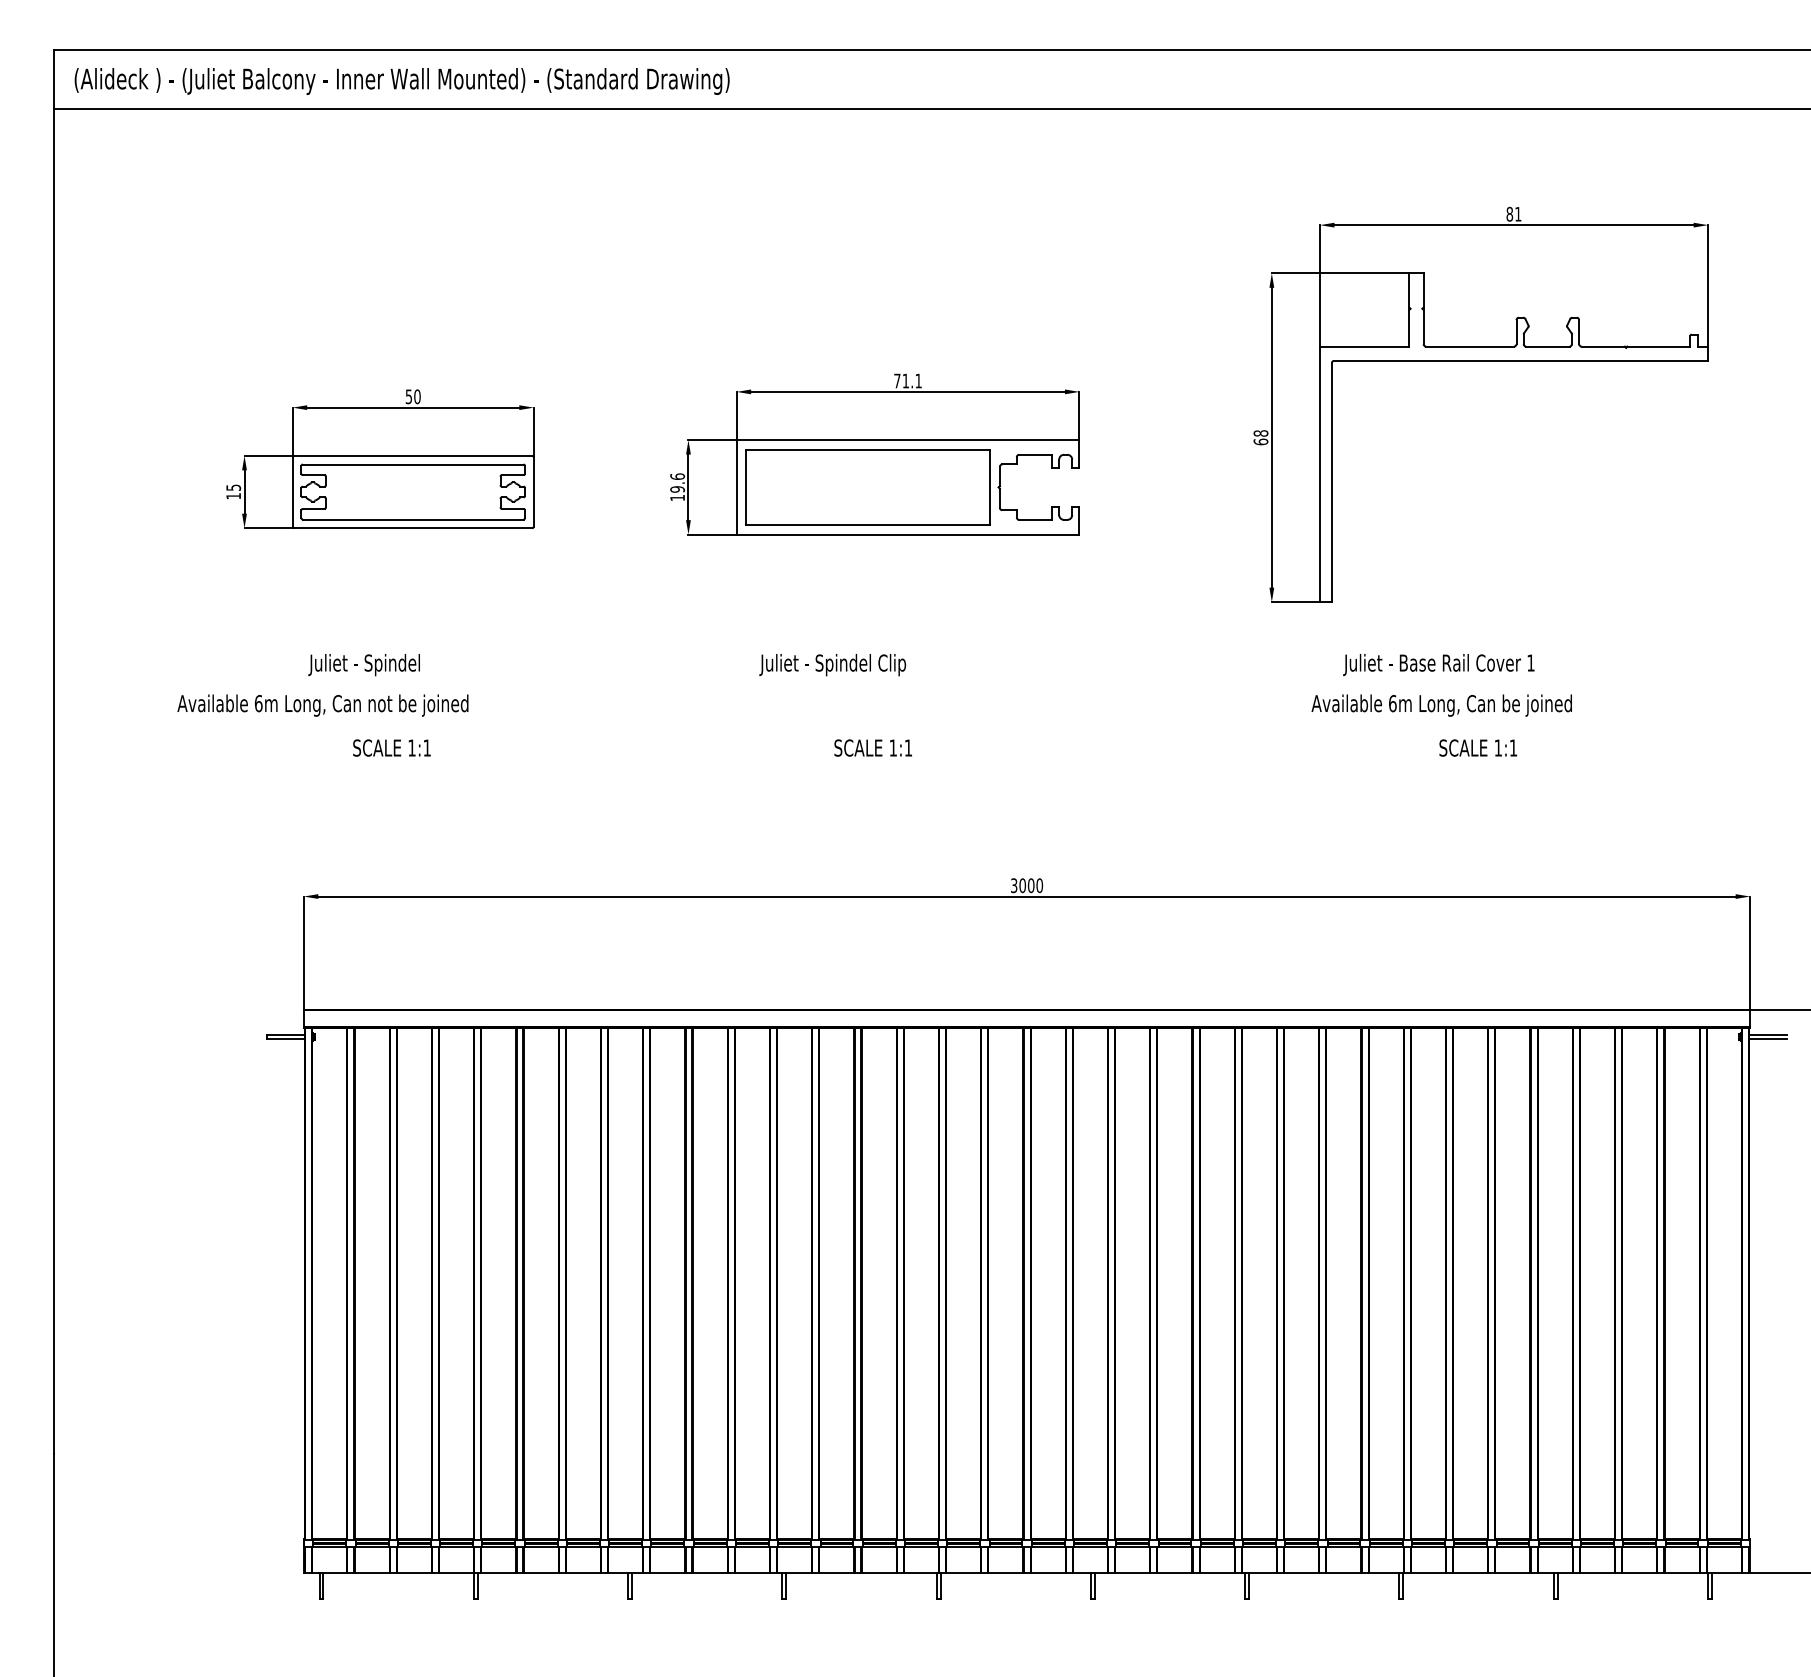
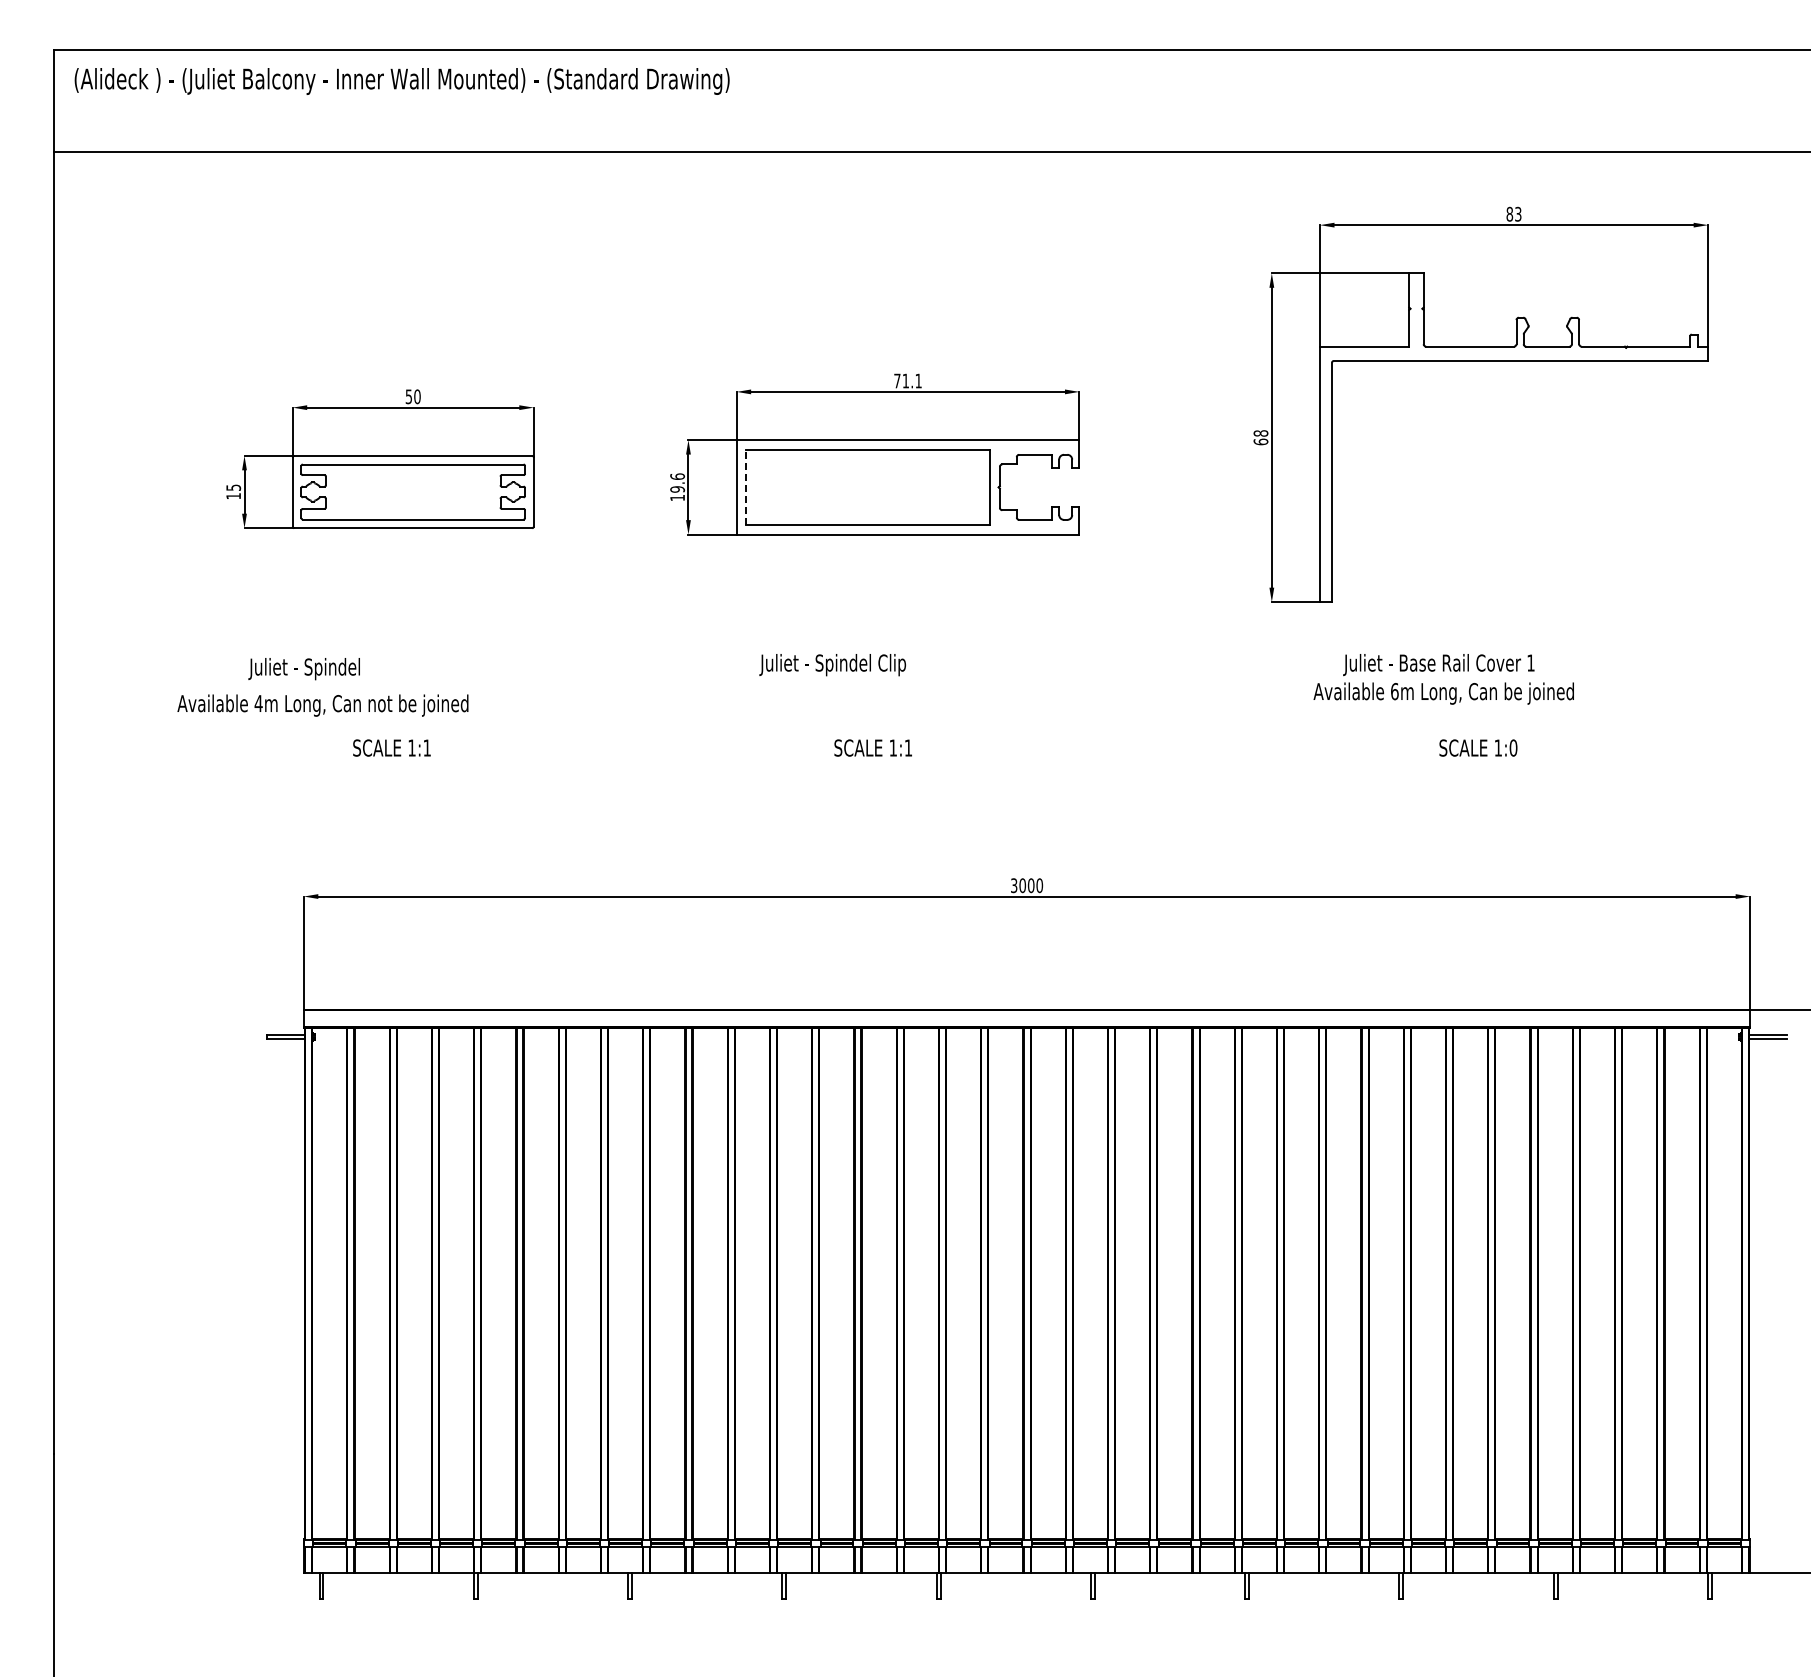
line at (930, 109) position: (930, 109) -> (930, 152)
text at (1518, 213): 81 -> 83
line at (746, 487): solid -> dashed
text at (363, 665) position: (363, 665) -> (303, 669)
text at (258, 703): 6m -> 4m
text at (1441, 705) position: (1441, 705) -> (1443, 693)
text at (1513, 747): 1:1 -> 1:0
